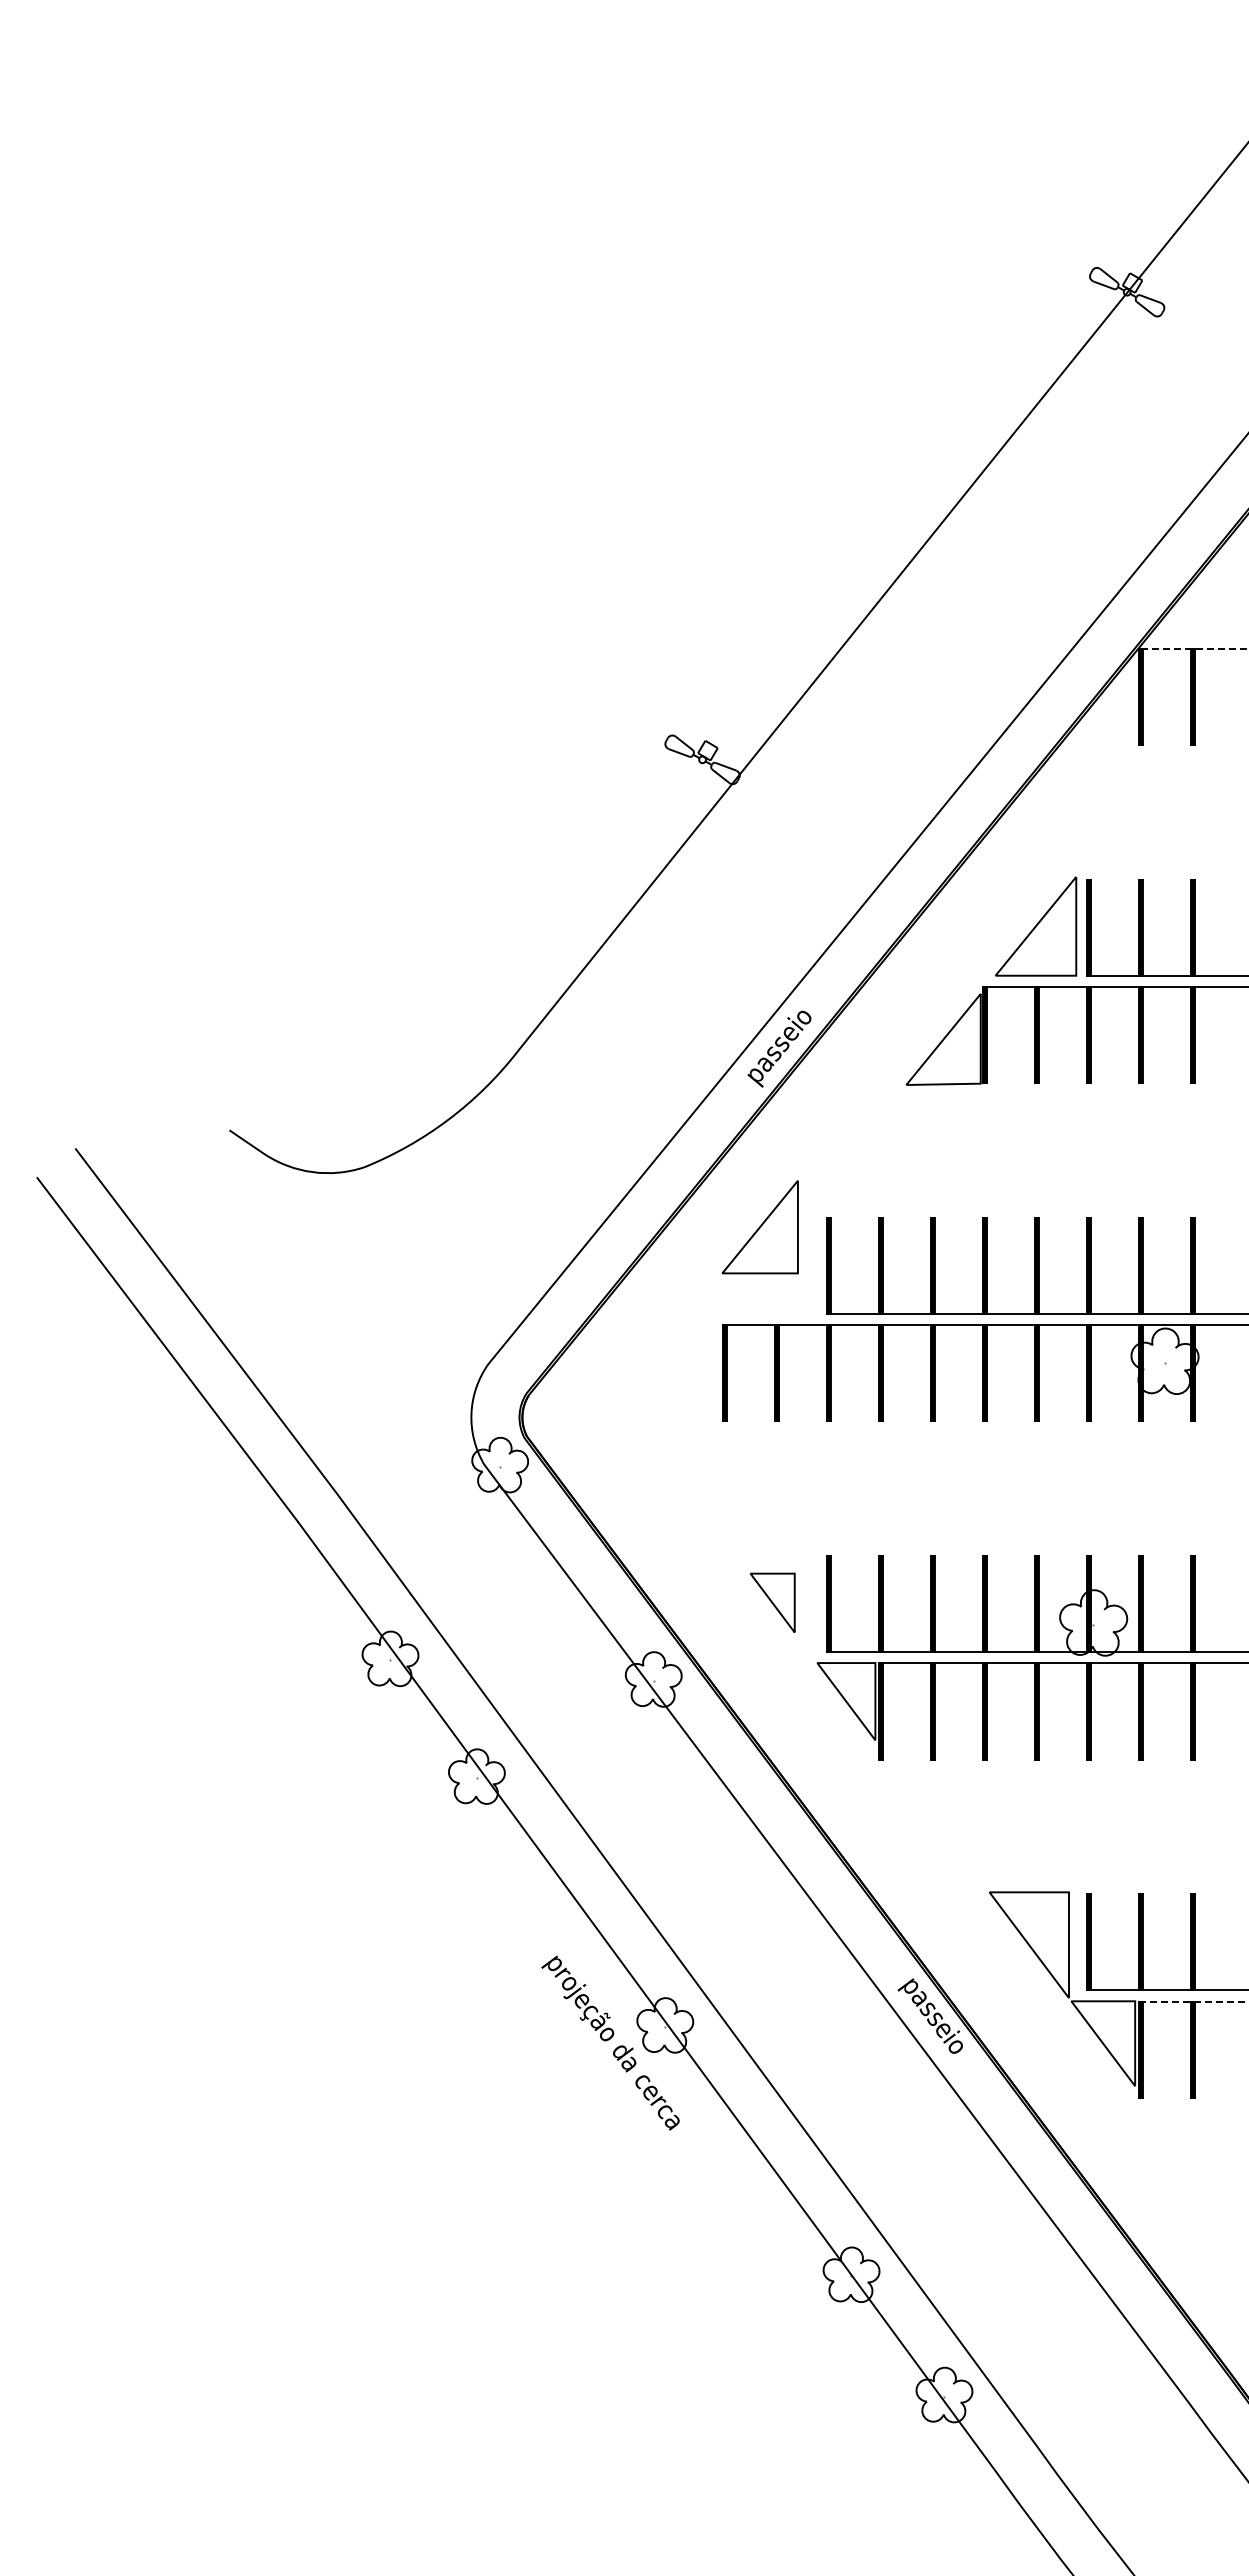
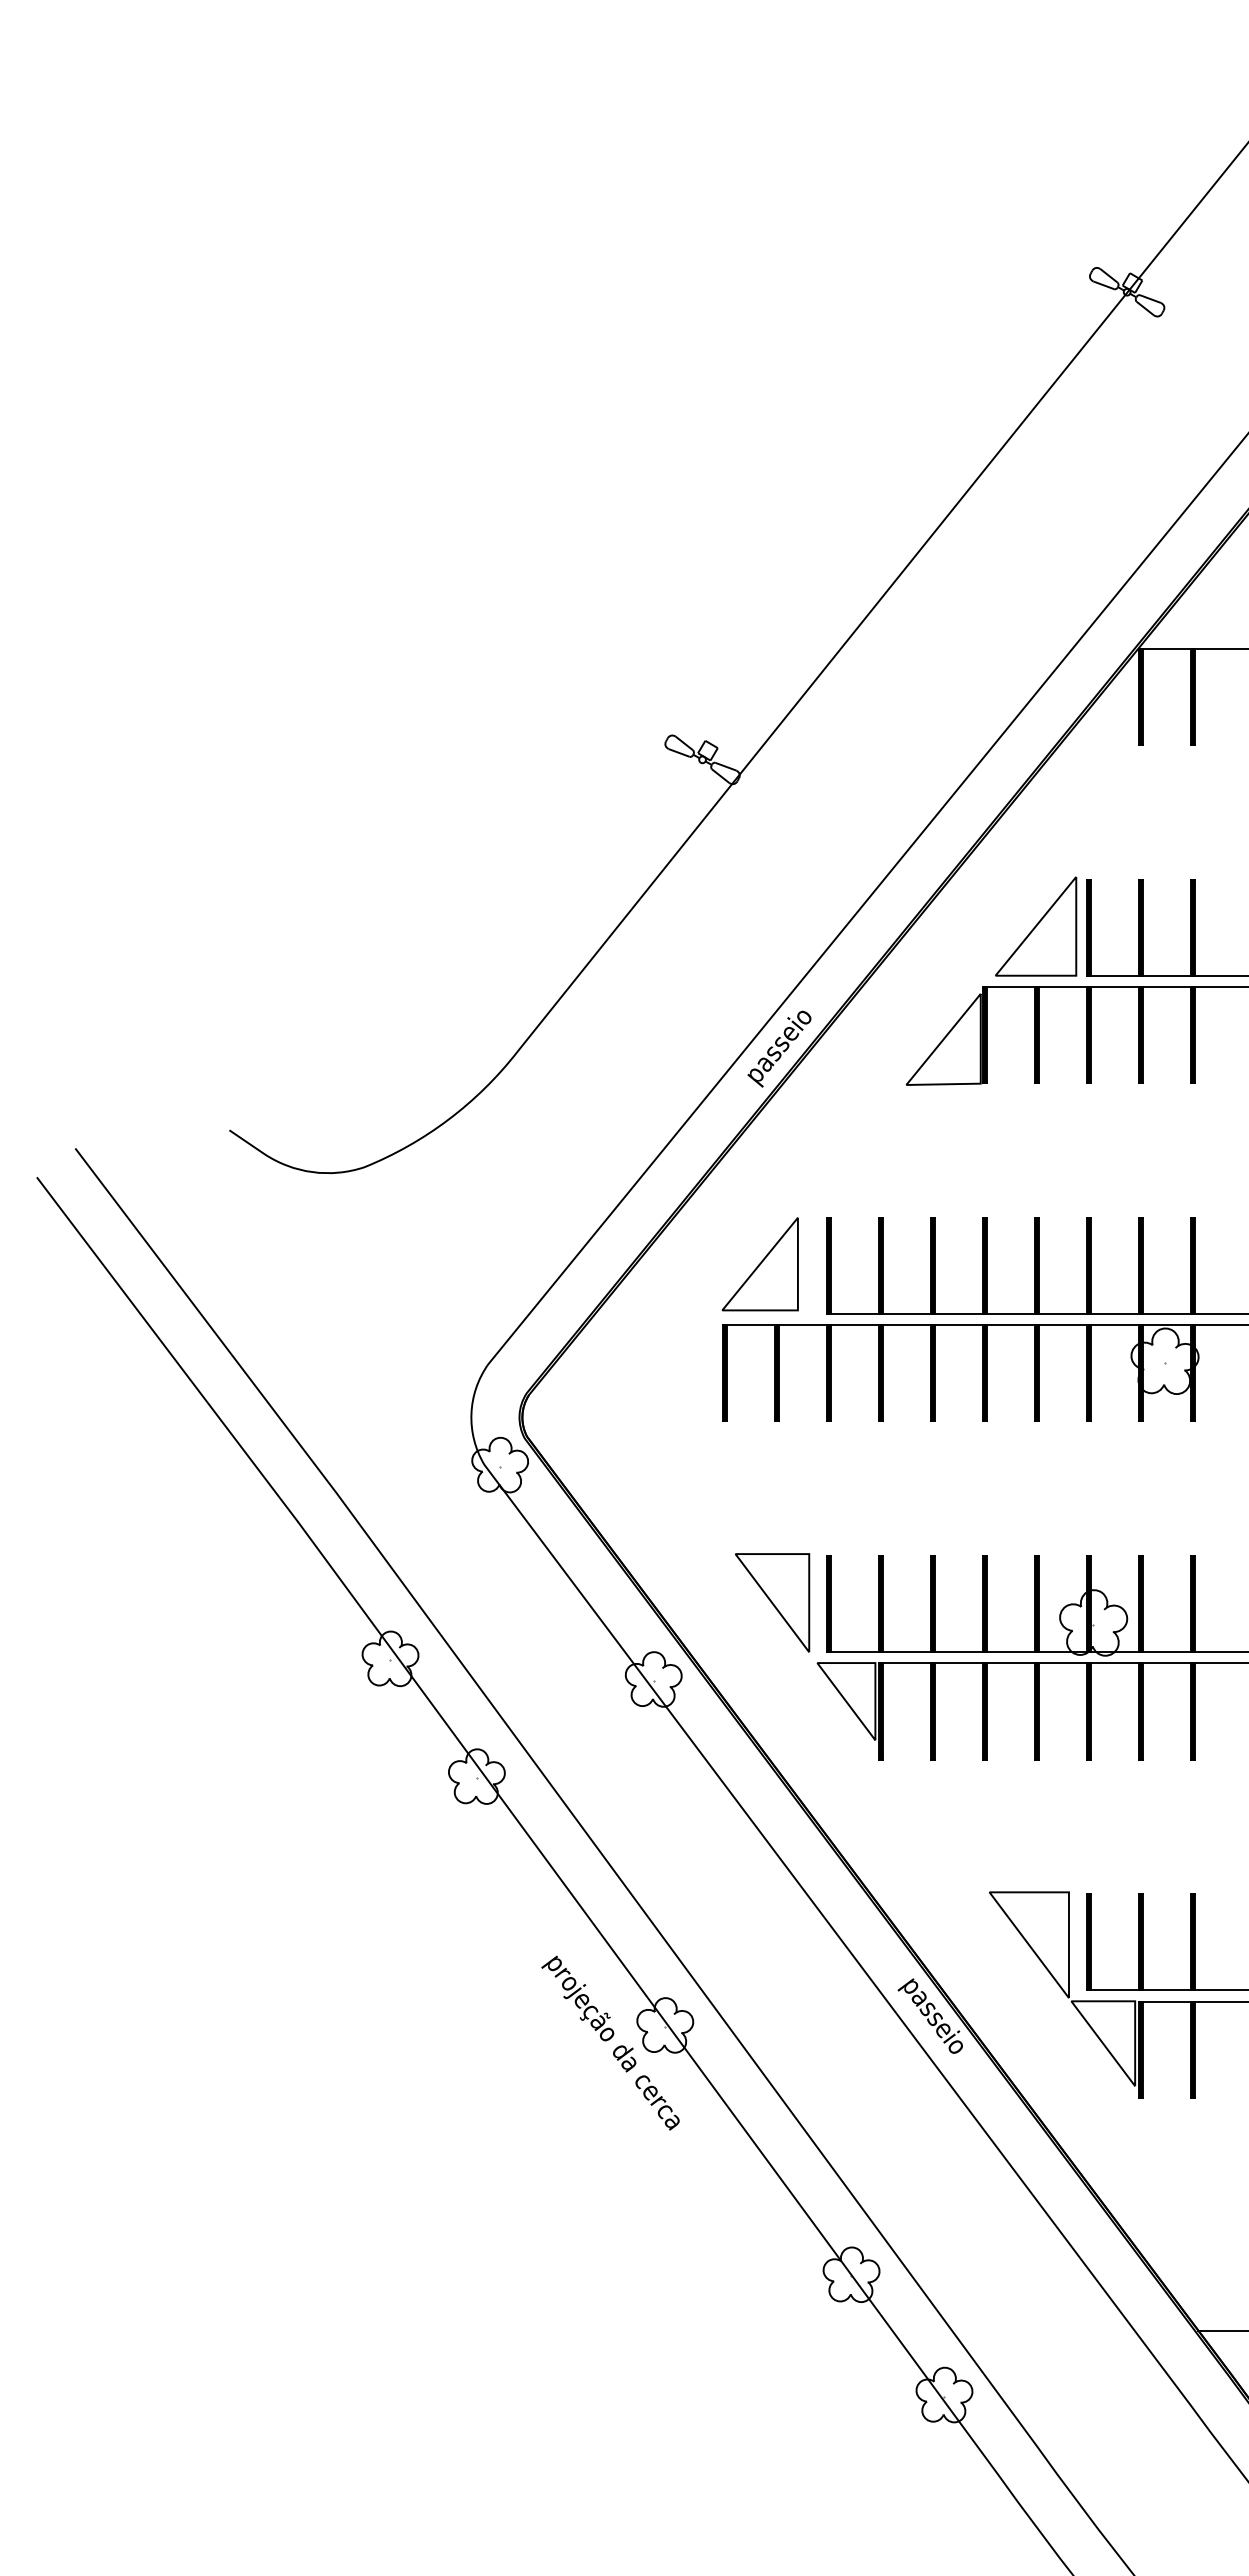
line at (1194, 648): dashed -> solid
part at (759, 1227) position: (759, 1227) -> (759, 1264)
part at (772, 1602) size: 46x61 px -> 76x100 px
line at (1193, 2001): dashed -> solid
line at (1221, 2330): none -> present
